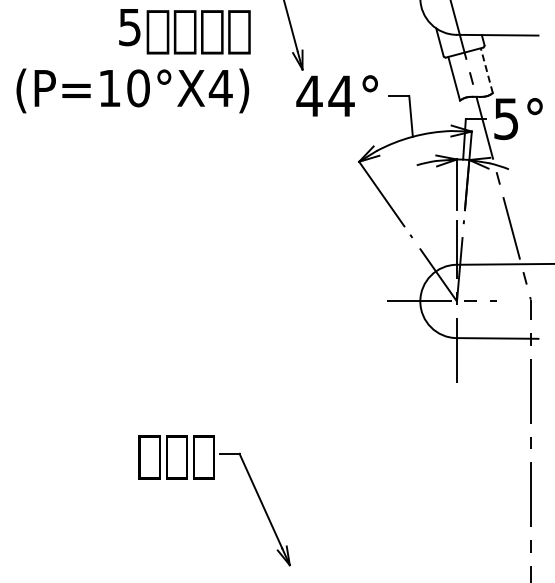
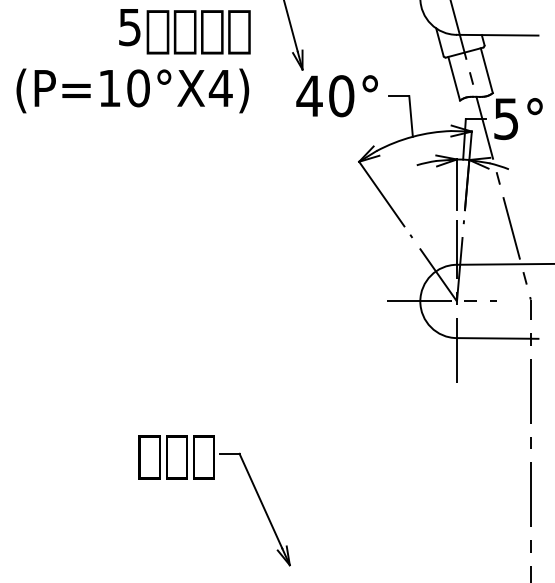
line at (486, 70): dashed -> solid
text at (341, 96): 44° -> 40°
